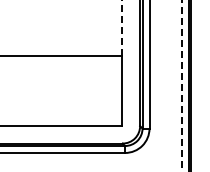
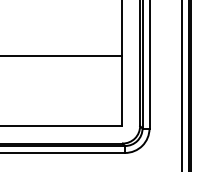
line at (121, 28): dashed -> solid
line at (182, 86): dashed -> solid
